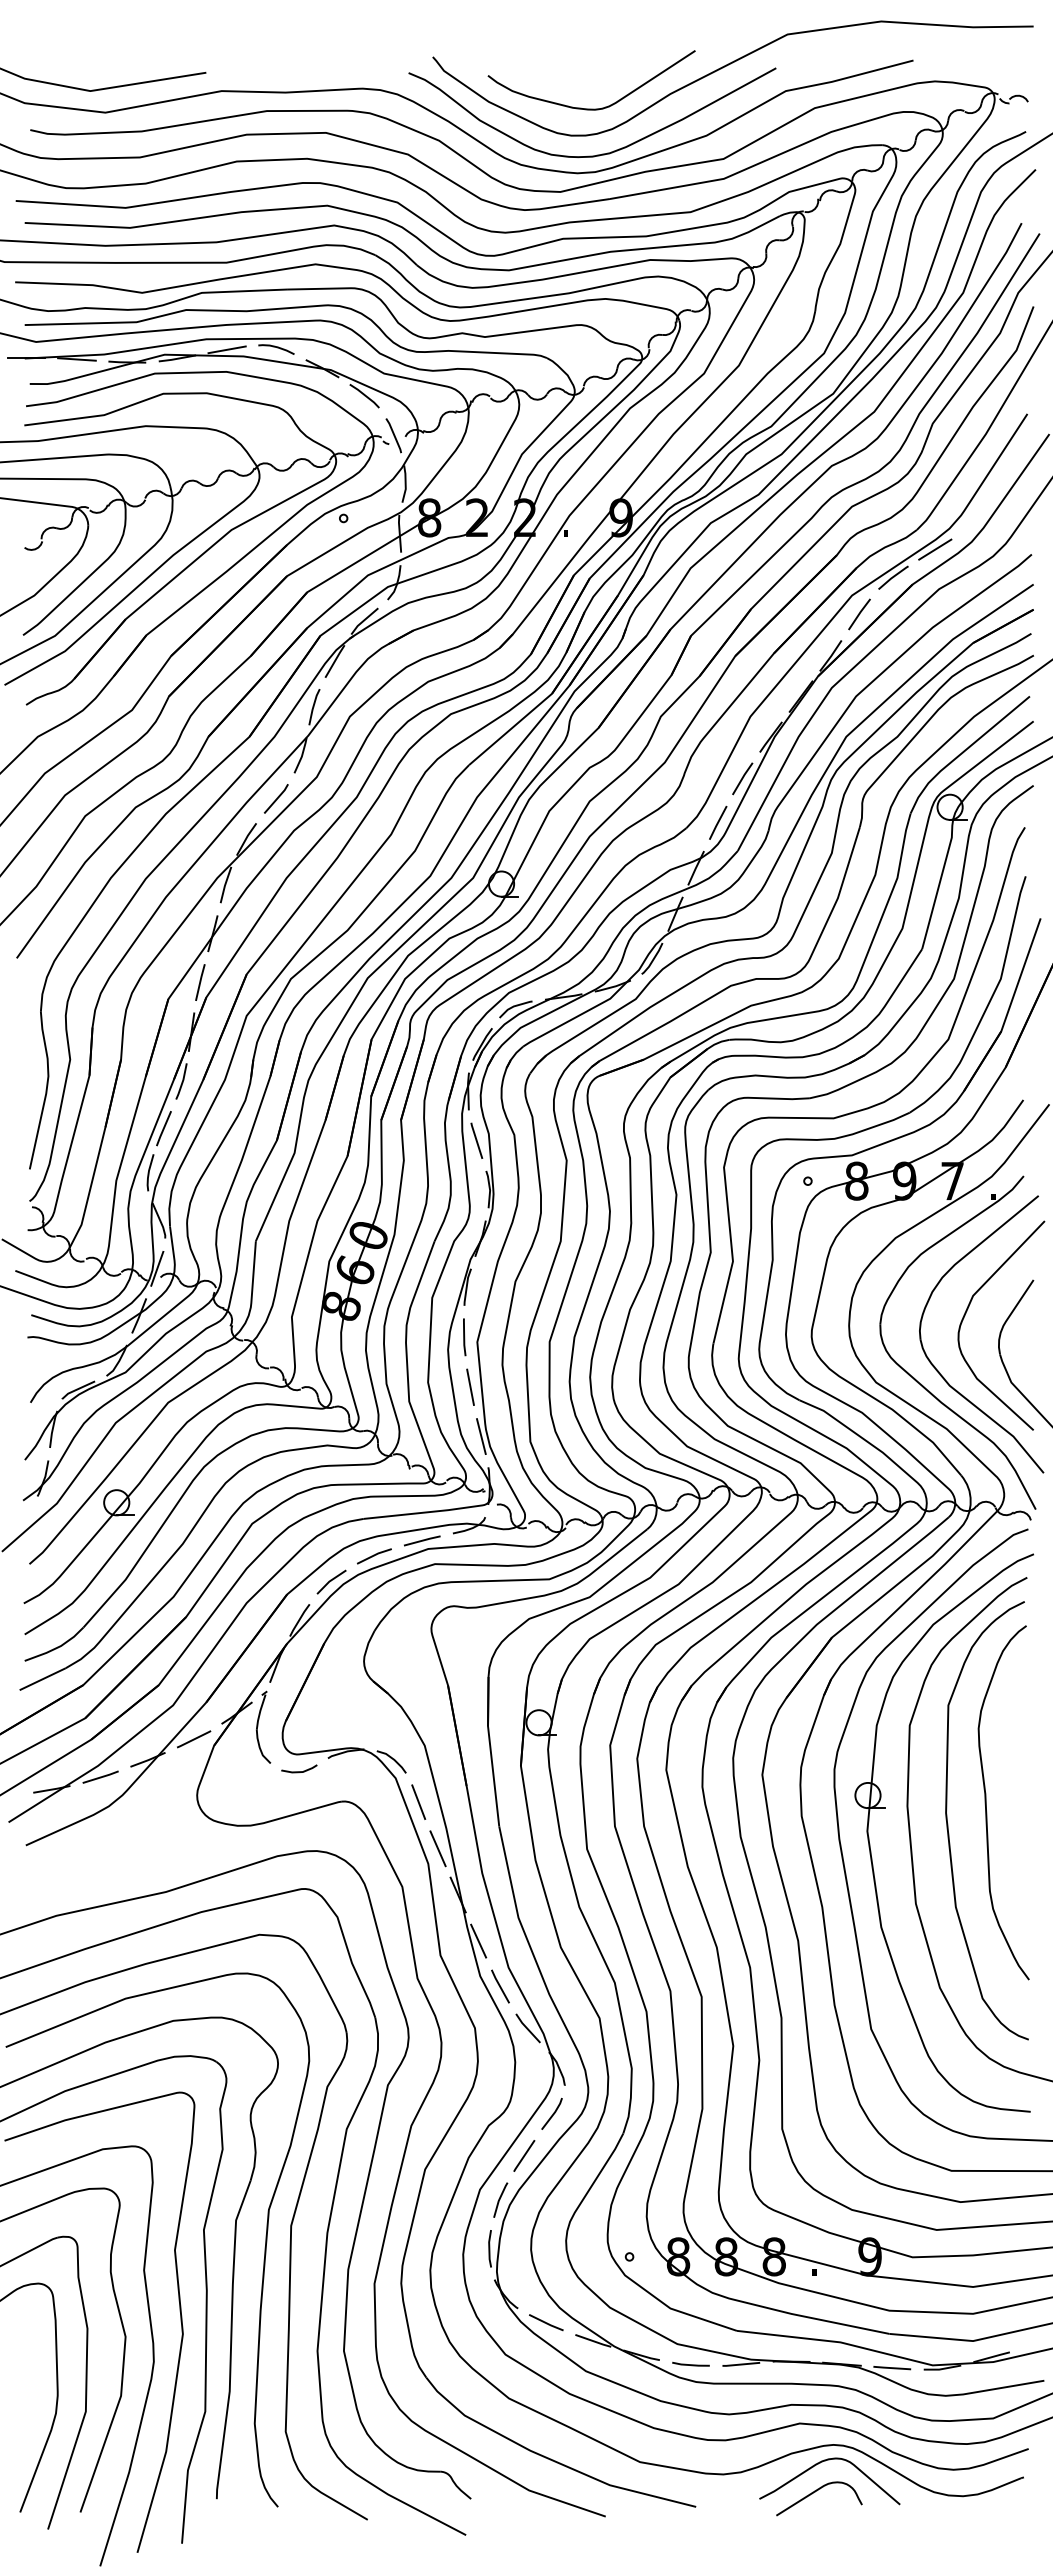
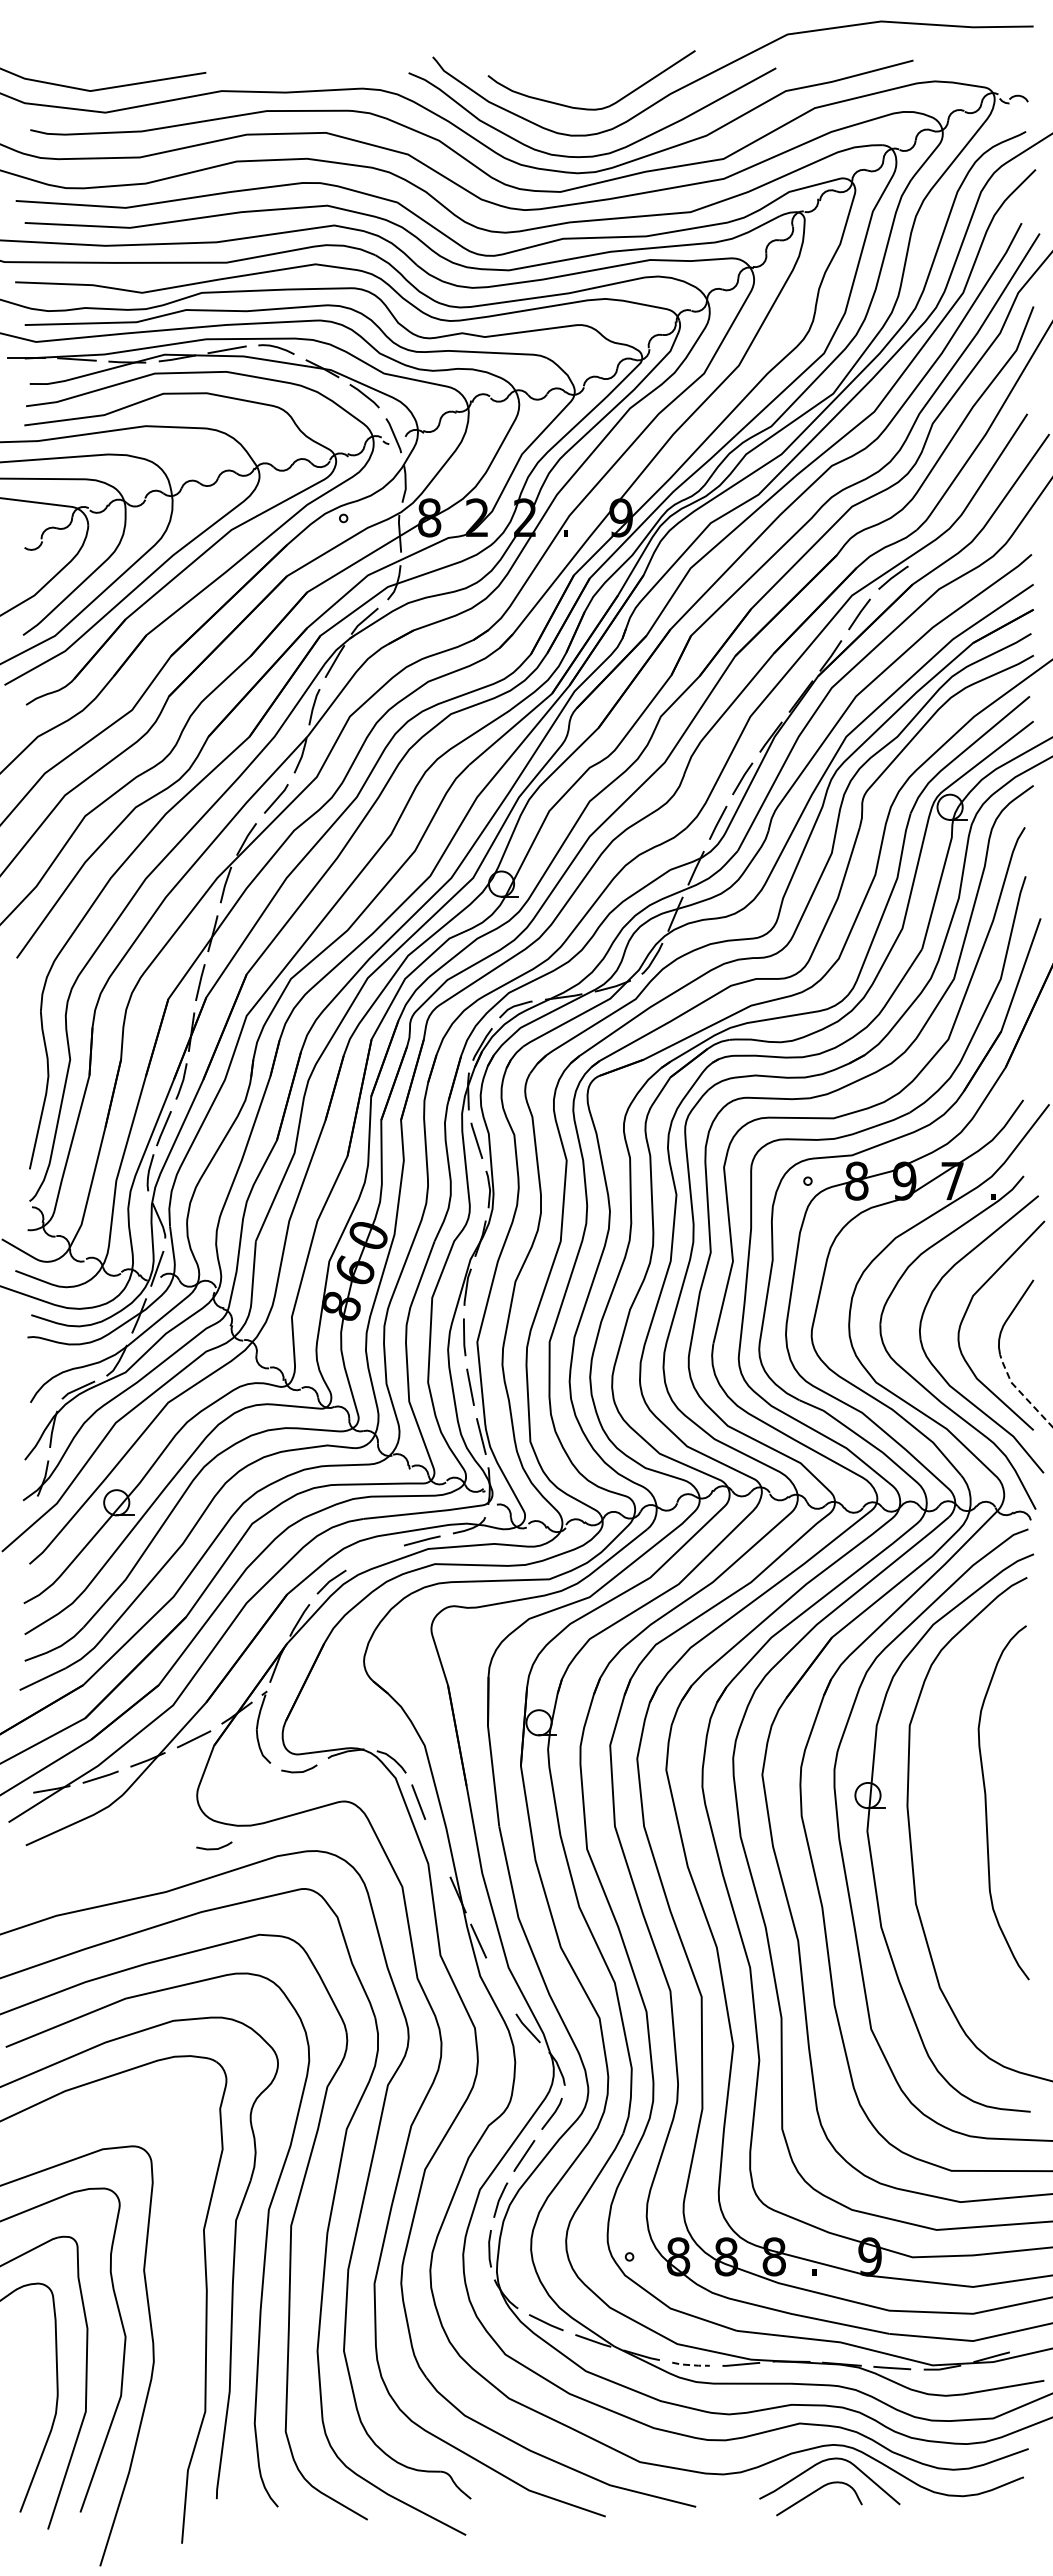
line at (935, 549): present -> none
line at (1020, 1392): solid -> dashed
line at (374, 1556): present -> none
curve at (948, 1823): present -> none
curve at (214, 1848): none -> present
line at (437, 1848): present -> none
line at (500, 1986): present -> none
curve at (179, 2311): present -> none
line at (690, 2365): solid -> dashed
